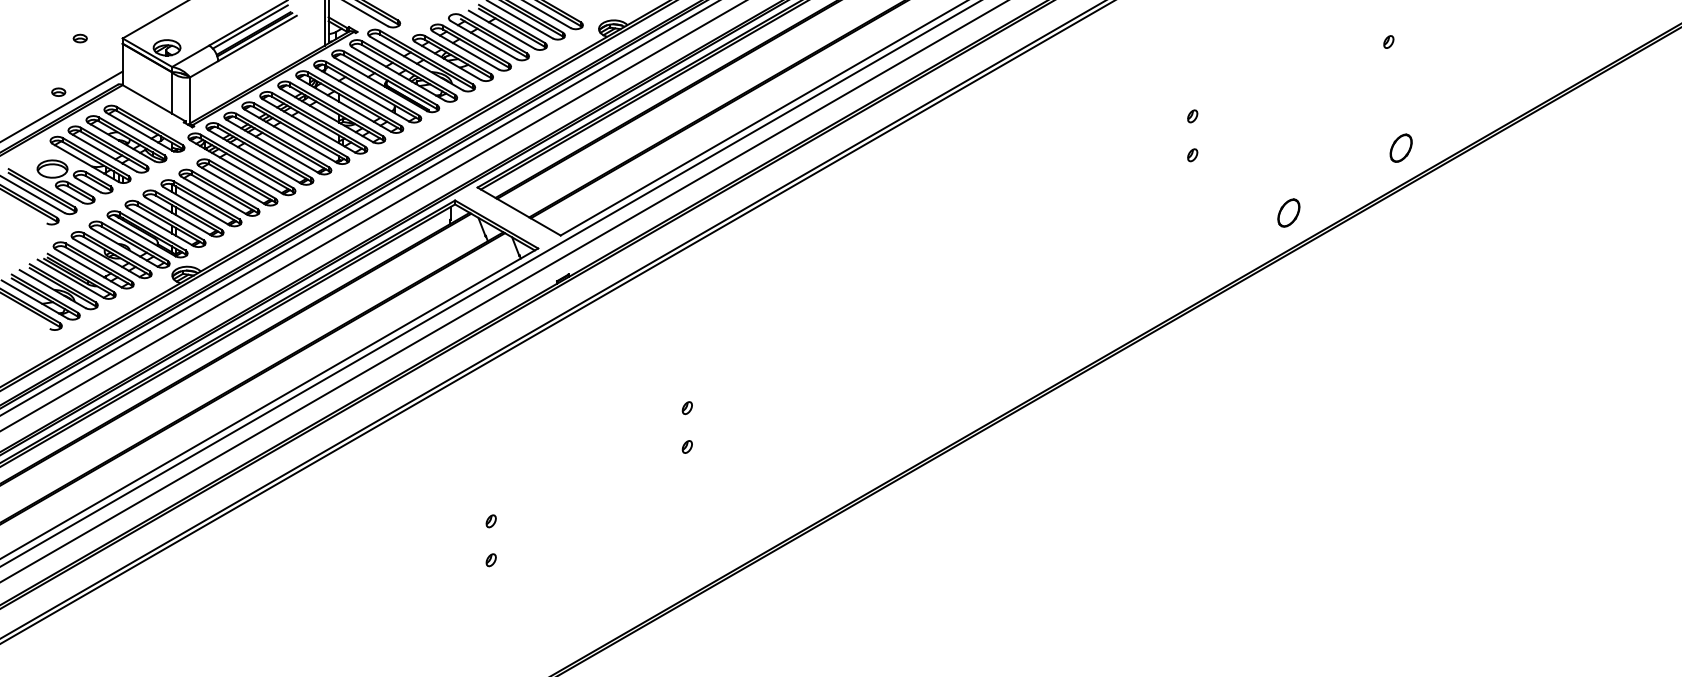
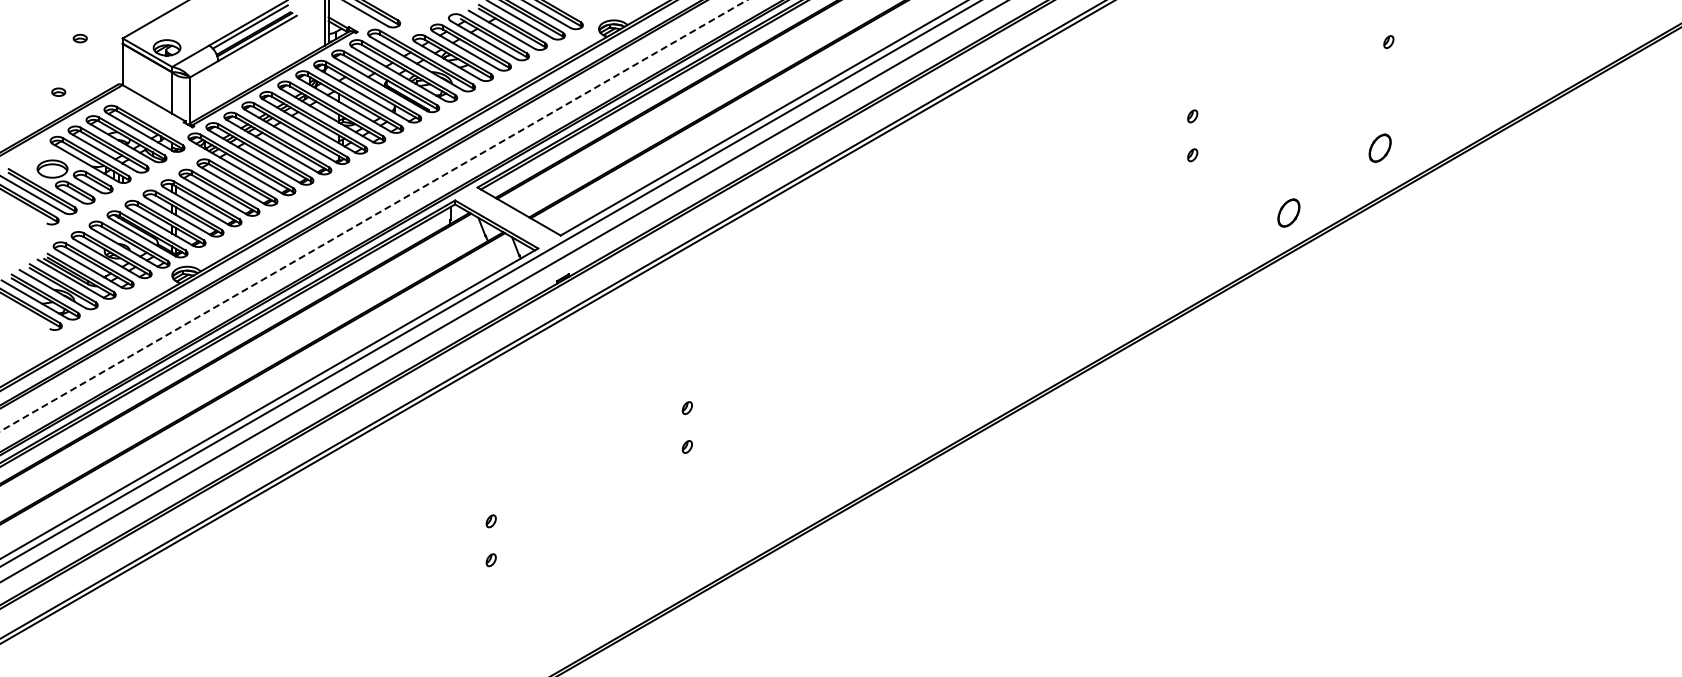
line at (62, 106): present -> none
part at (1400, 147) position: (1400, 147) -> (1379, 147)
line at (359, 208): present -> none
line at (373, 215): solid -> dashed
